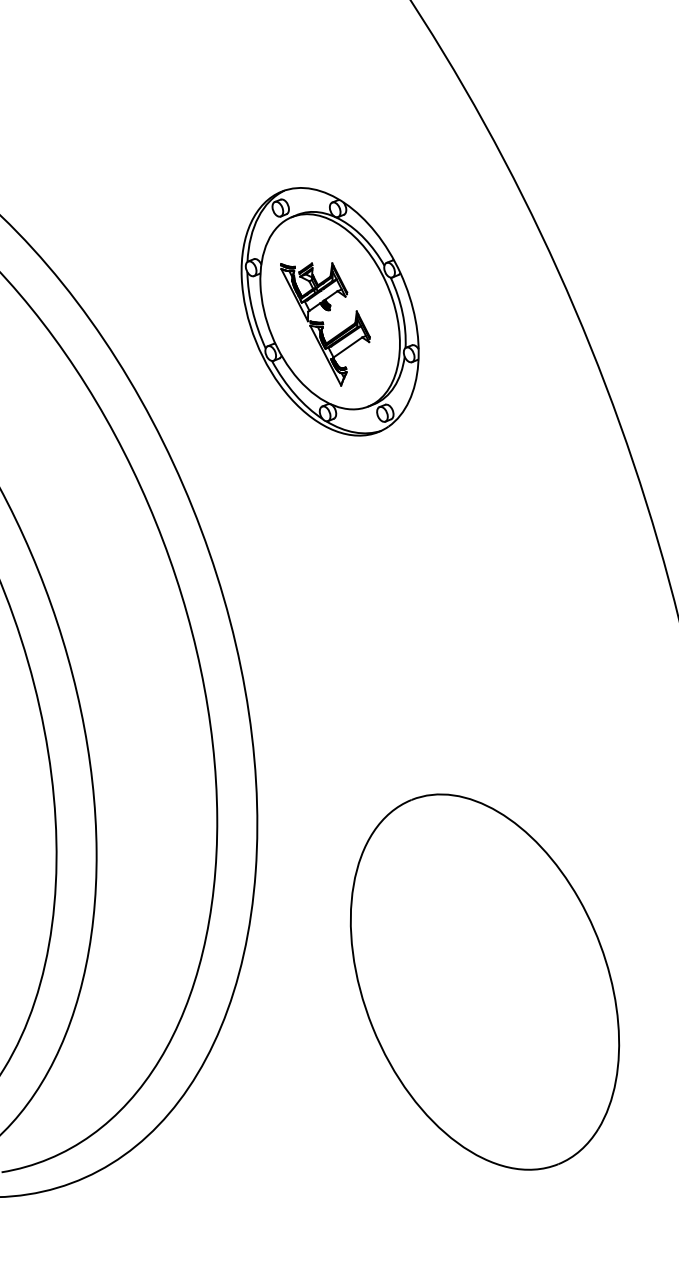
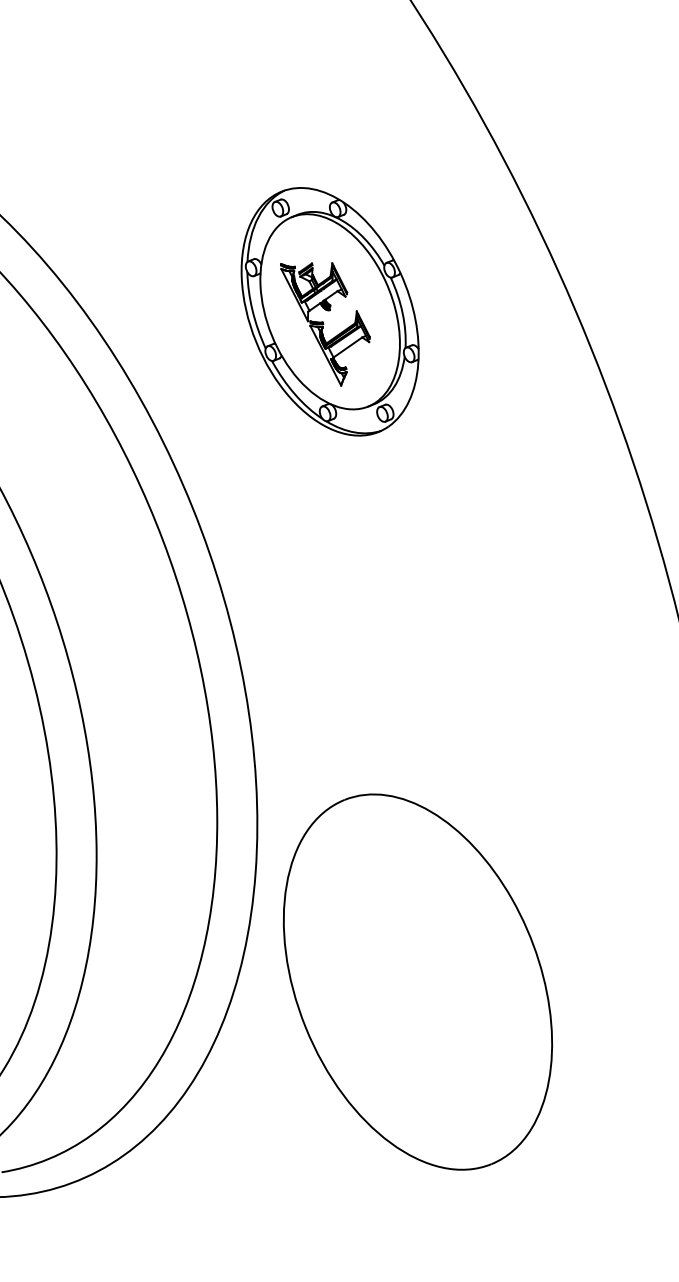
part at (484, 981) position: (484, 981) -> (417, 981)
